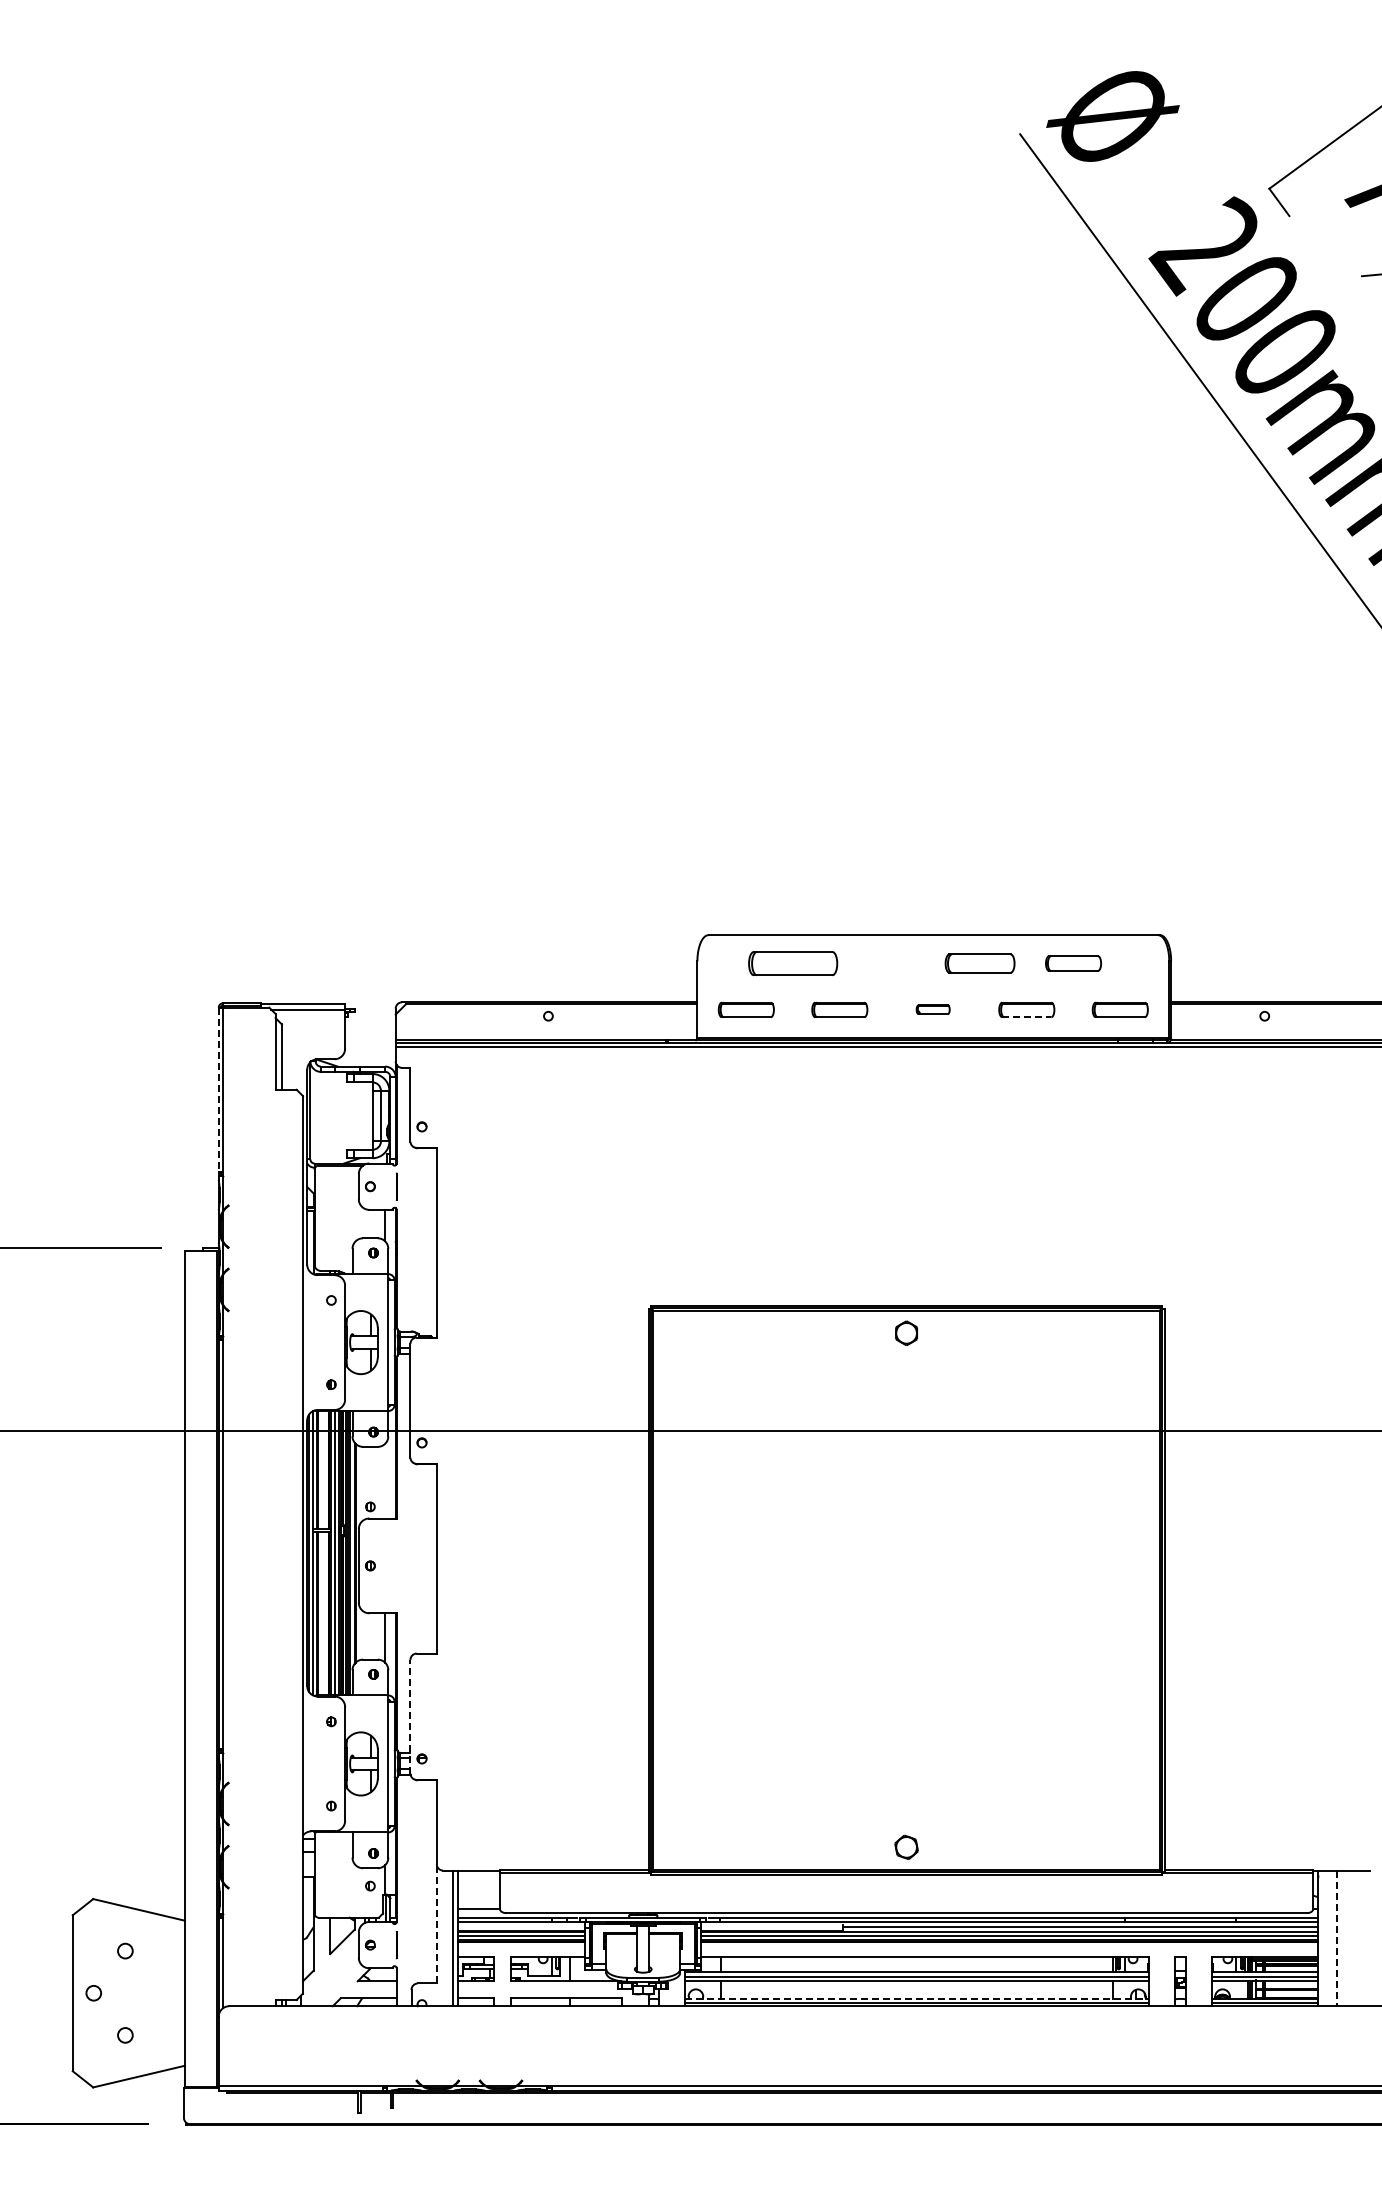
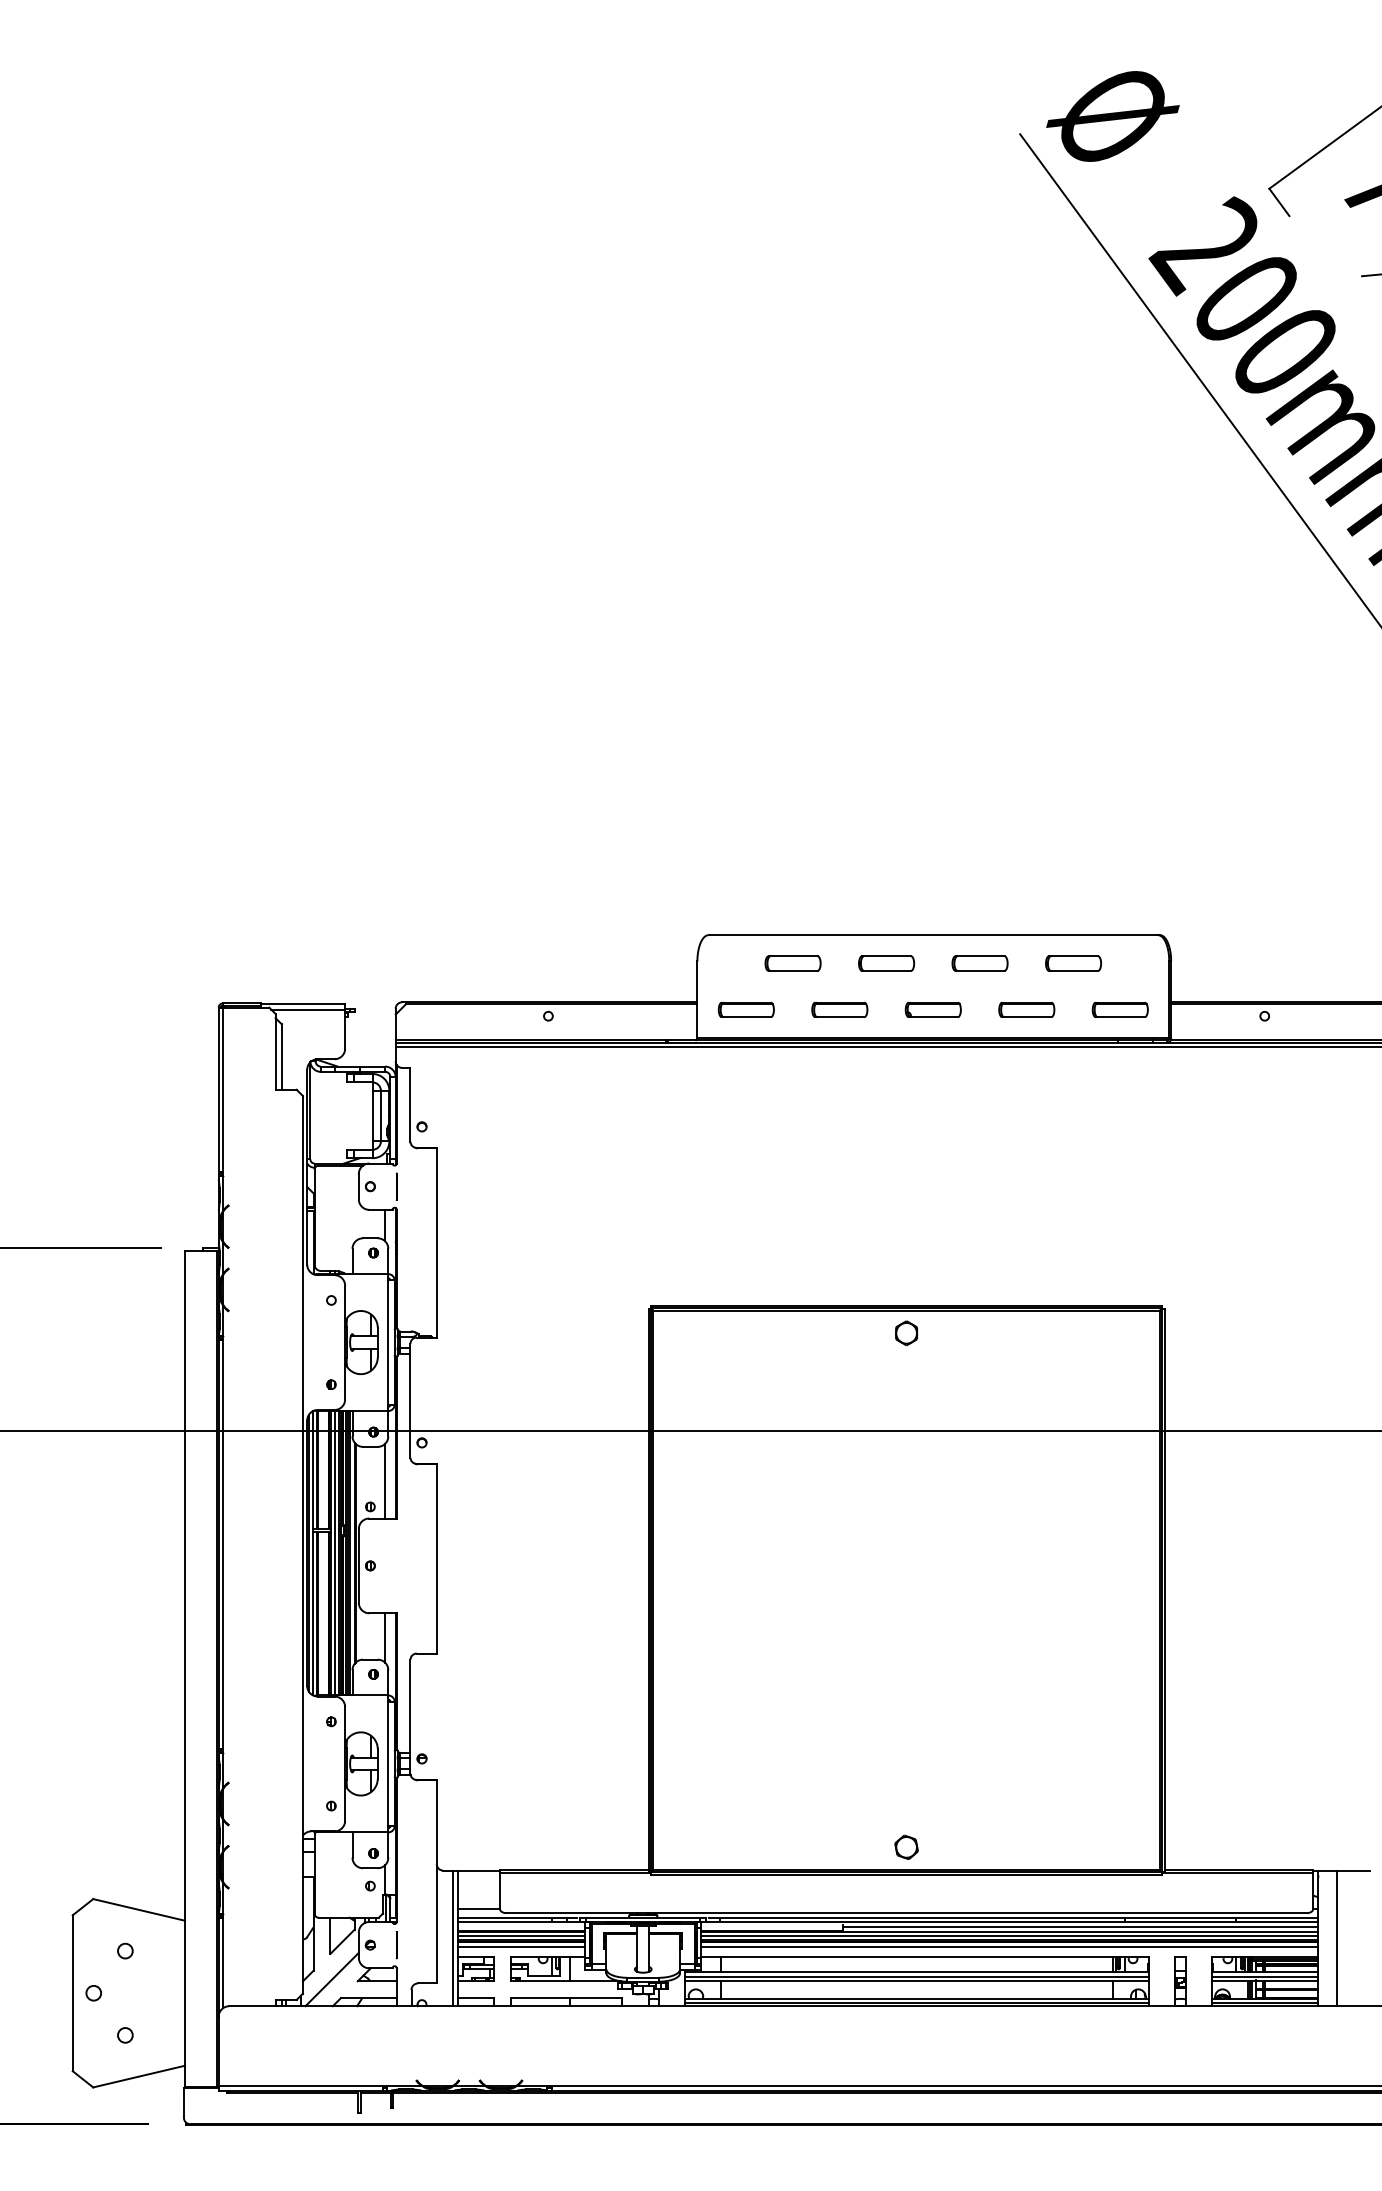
part at (793, 963) size: 91x26 px -> 58x17 px
part at (886, 963): none -> present
part at (979, 963) size: 72x21 px -> 58x17 px
part at (932, 1009) size: 36x11 px -> 58x17 px
line at (1027, 1017): dashed -> solid
line at (218, 1090): dashed -> solid
line at (385, 1480): none -> present
line at (410, 1716): dashed -> solid
line at (436, 1923): dashed -> solid
line at (1337, 1938): dashed -> solid
line at (521, 1946): none -> present
line at (1009, 1946): none -> present
line at (331, 1979): none -> present
line at (917, 1998): dashed -> solid
